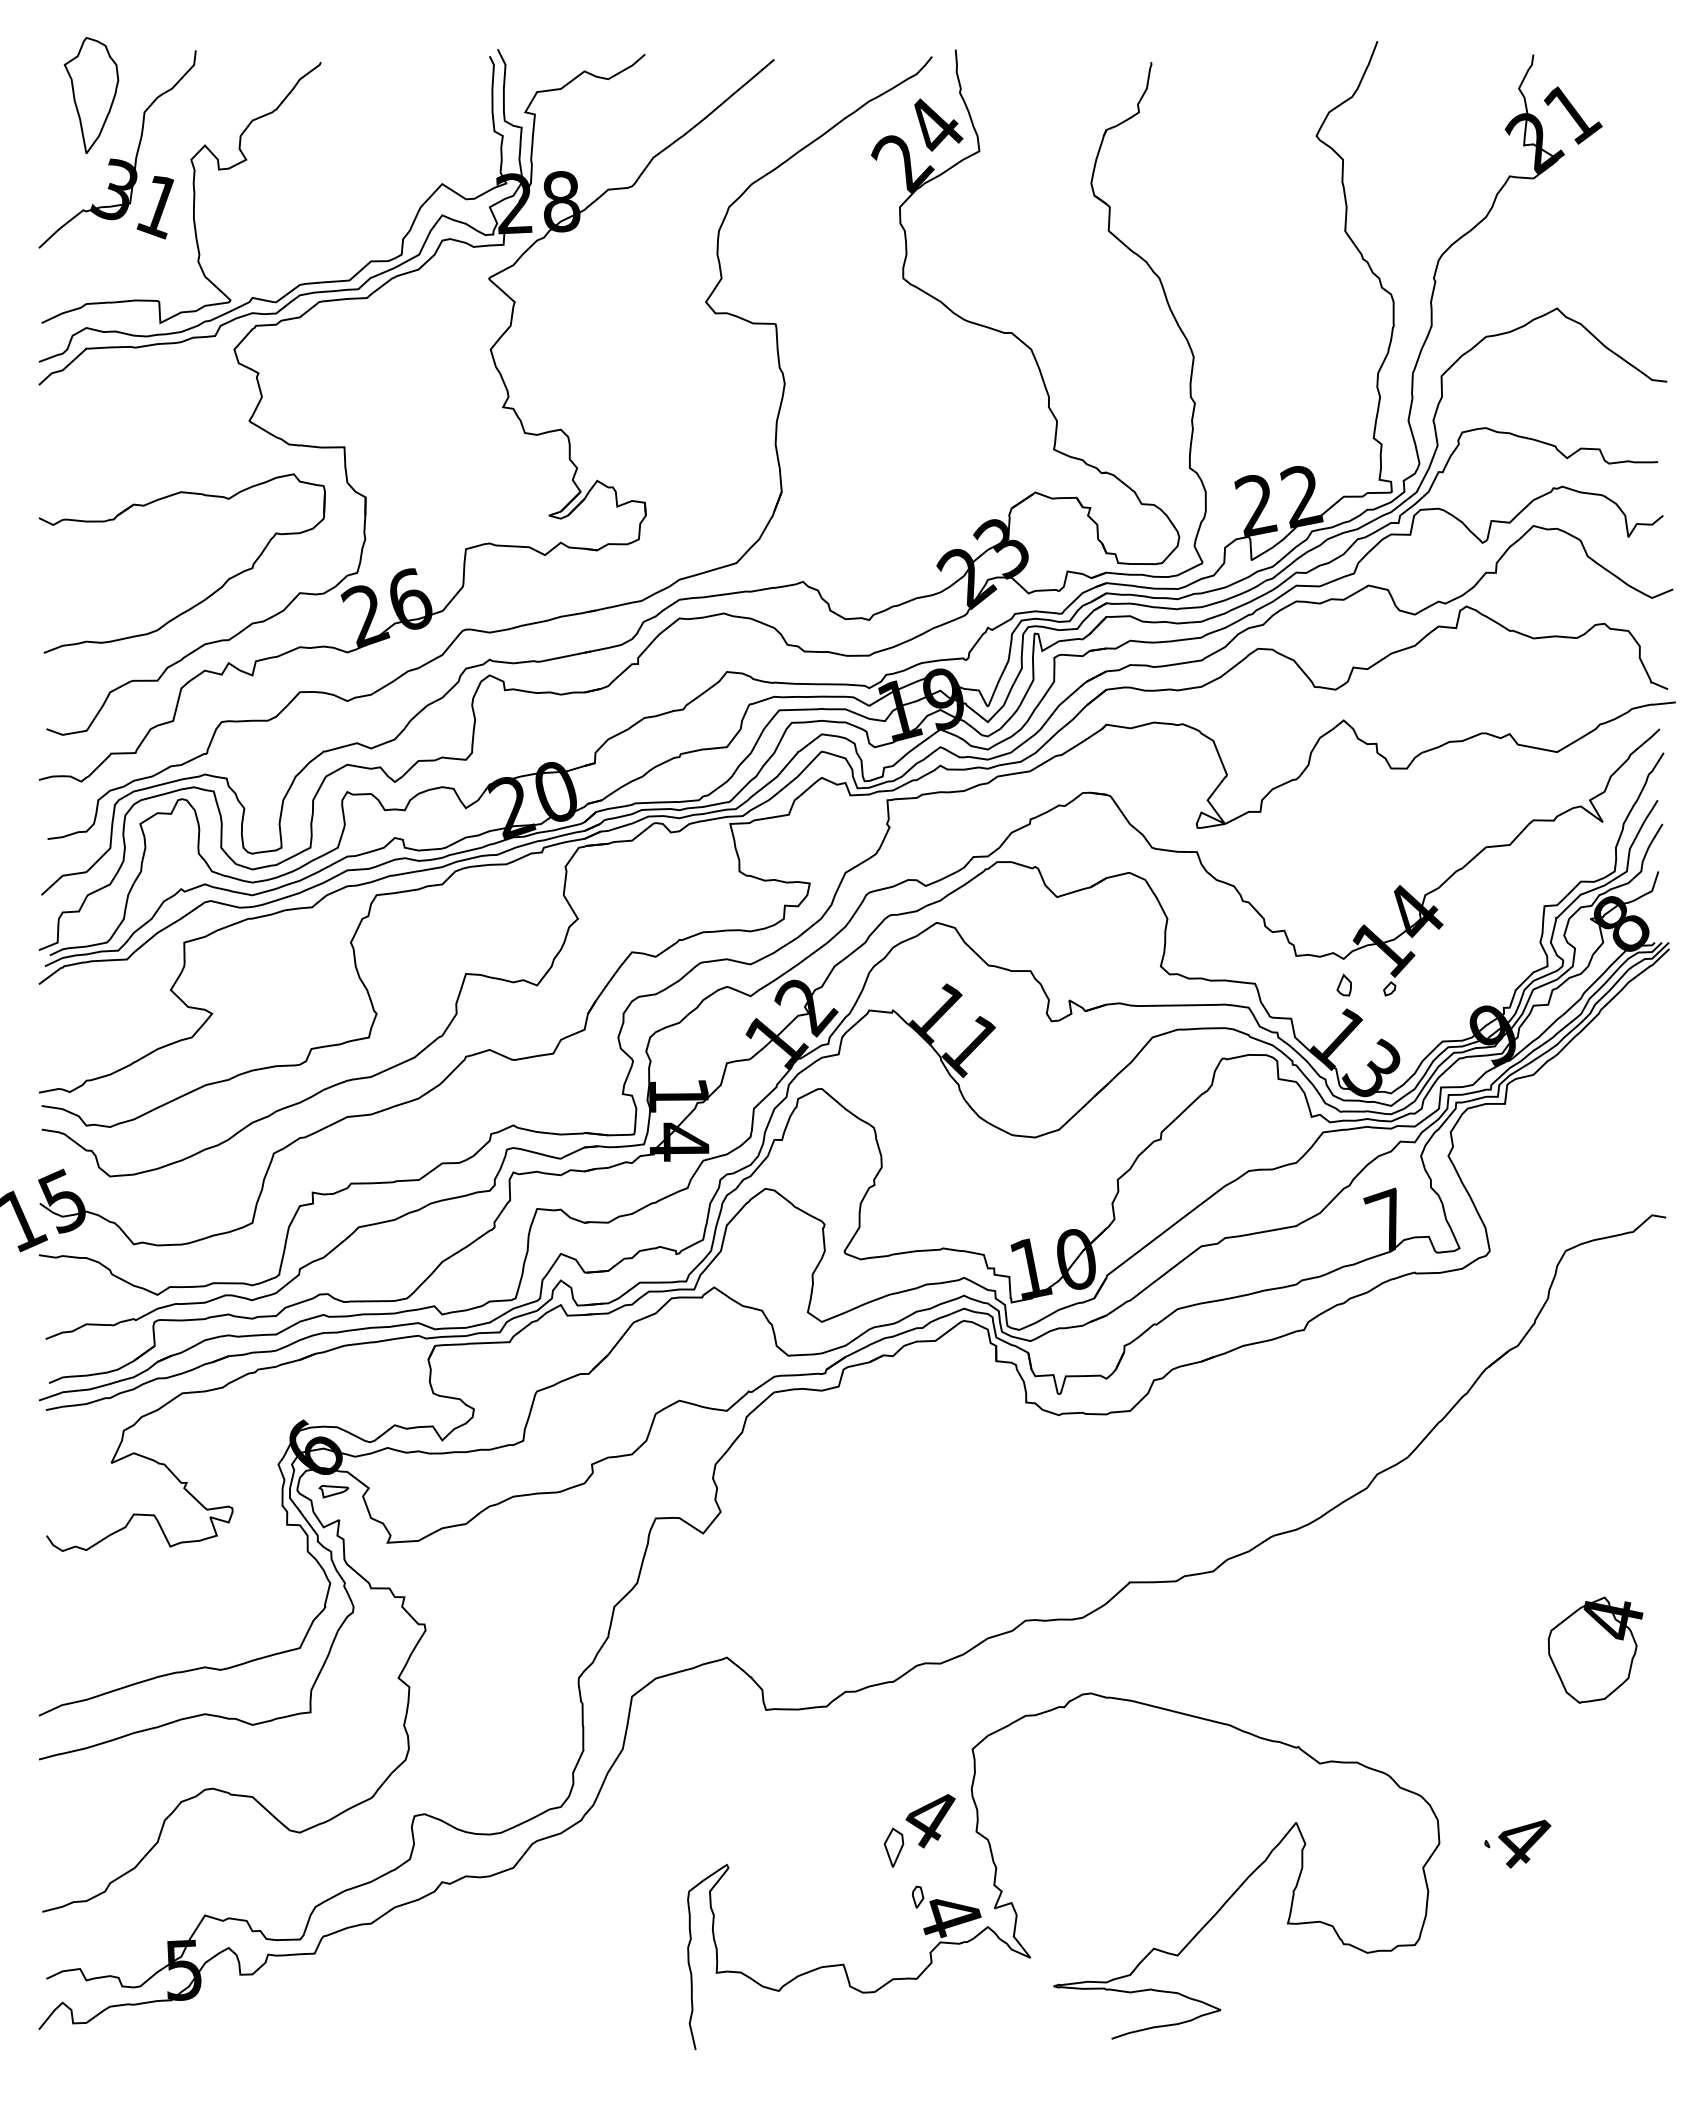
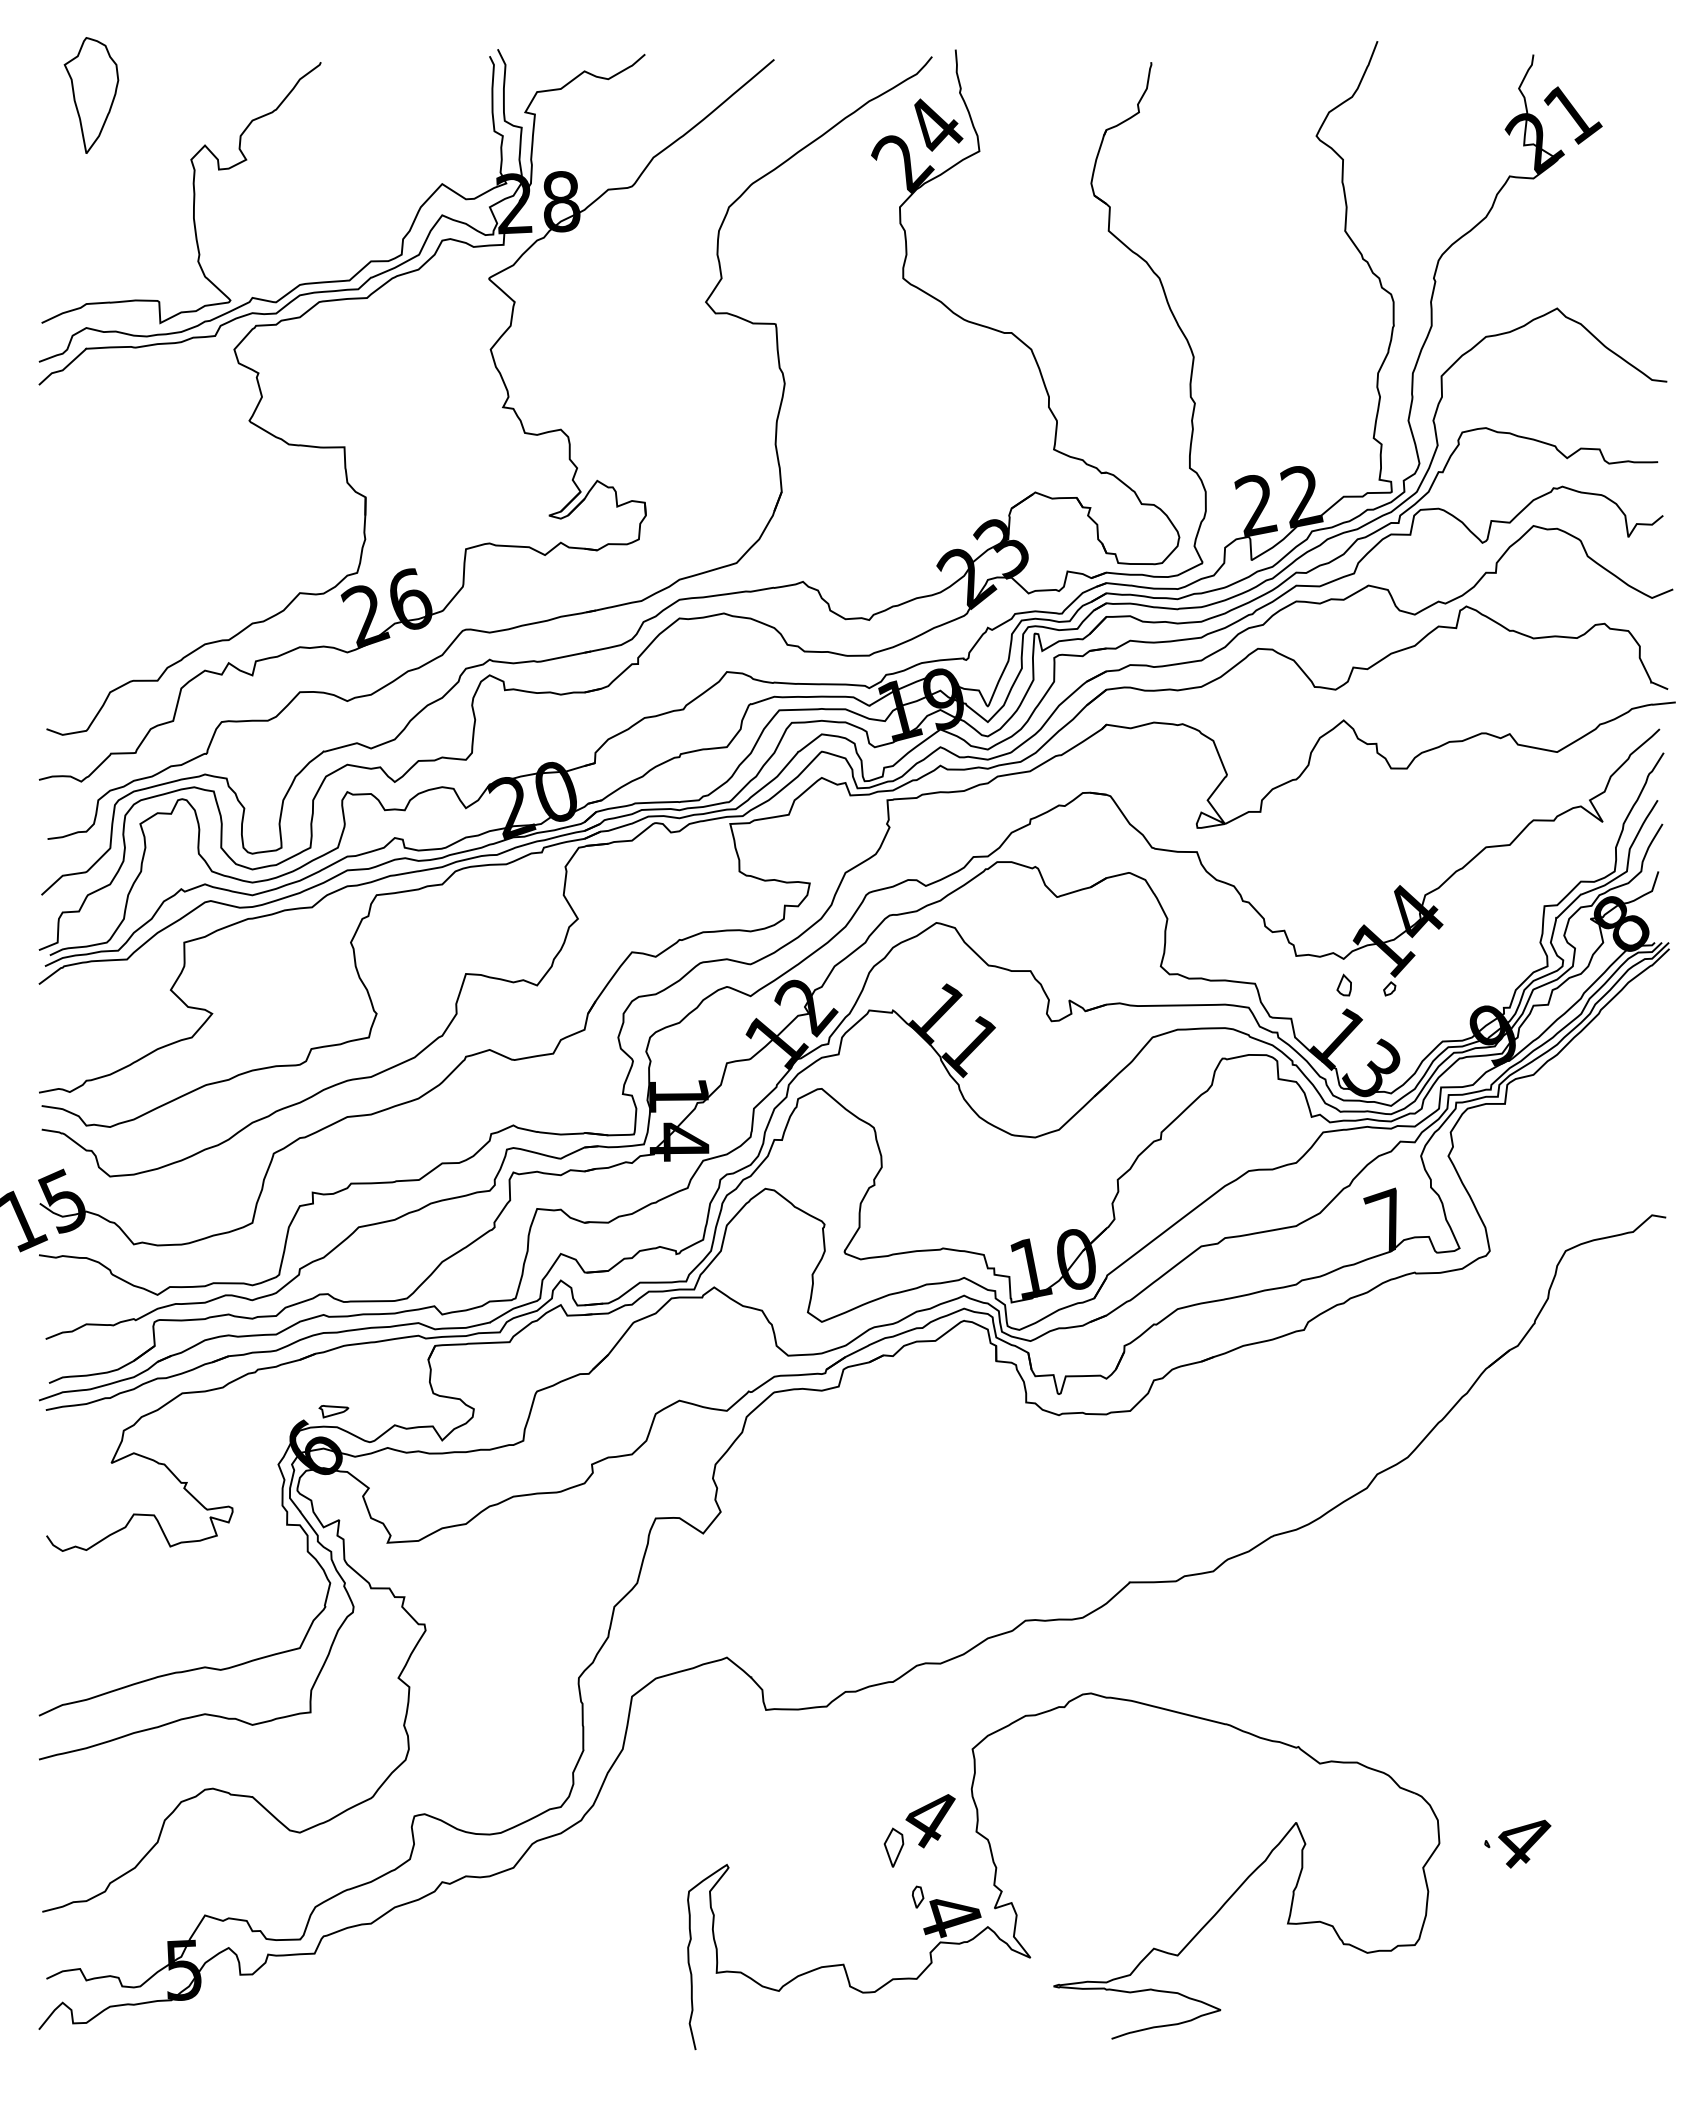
part at (113, 158): present -> none
part at (207, 596): present -> none
part at (333, 1491) position: (333, 1491) -> (333, 1411)
part at (1595, 1649): present -> none
